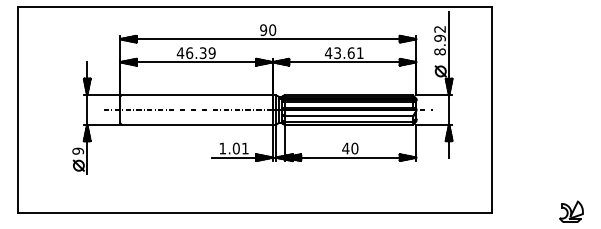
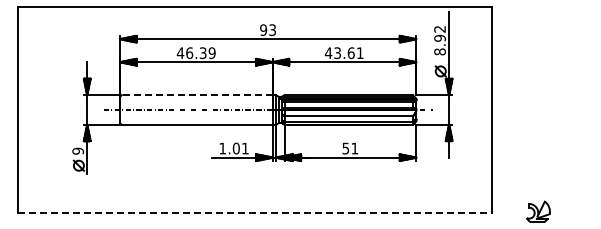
text at (272, 29): 90 -> 93
line at (196, 95): solid -> dashed
text at (350, 148): 40 -> 51
part at (571, 211) position: (571, 211) -> (538, 211)
line at (255, 213): solid -> dashed
